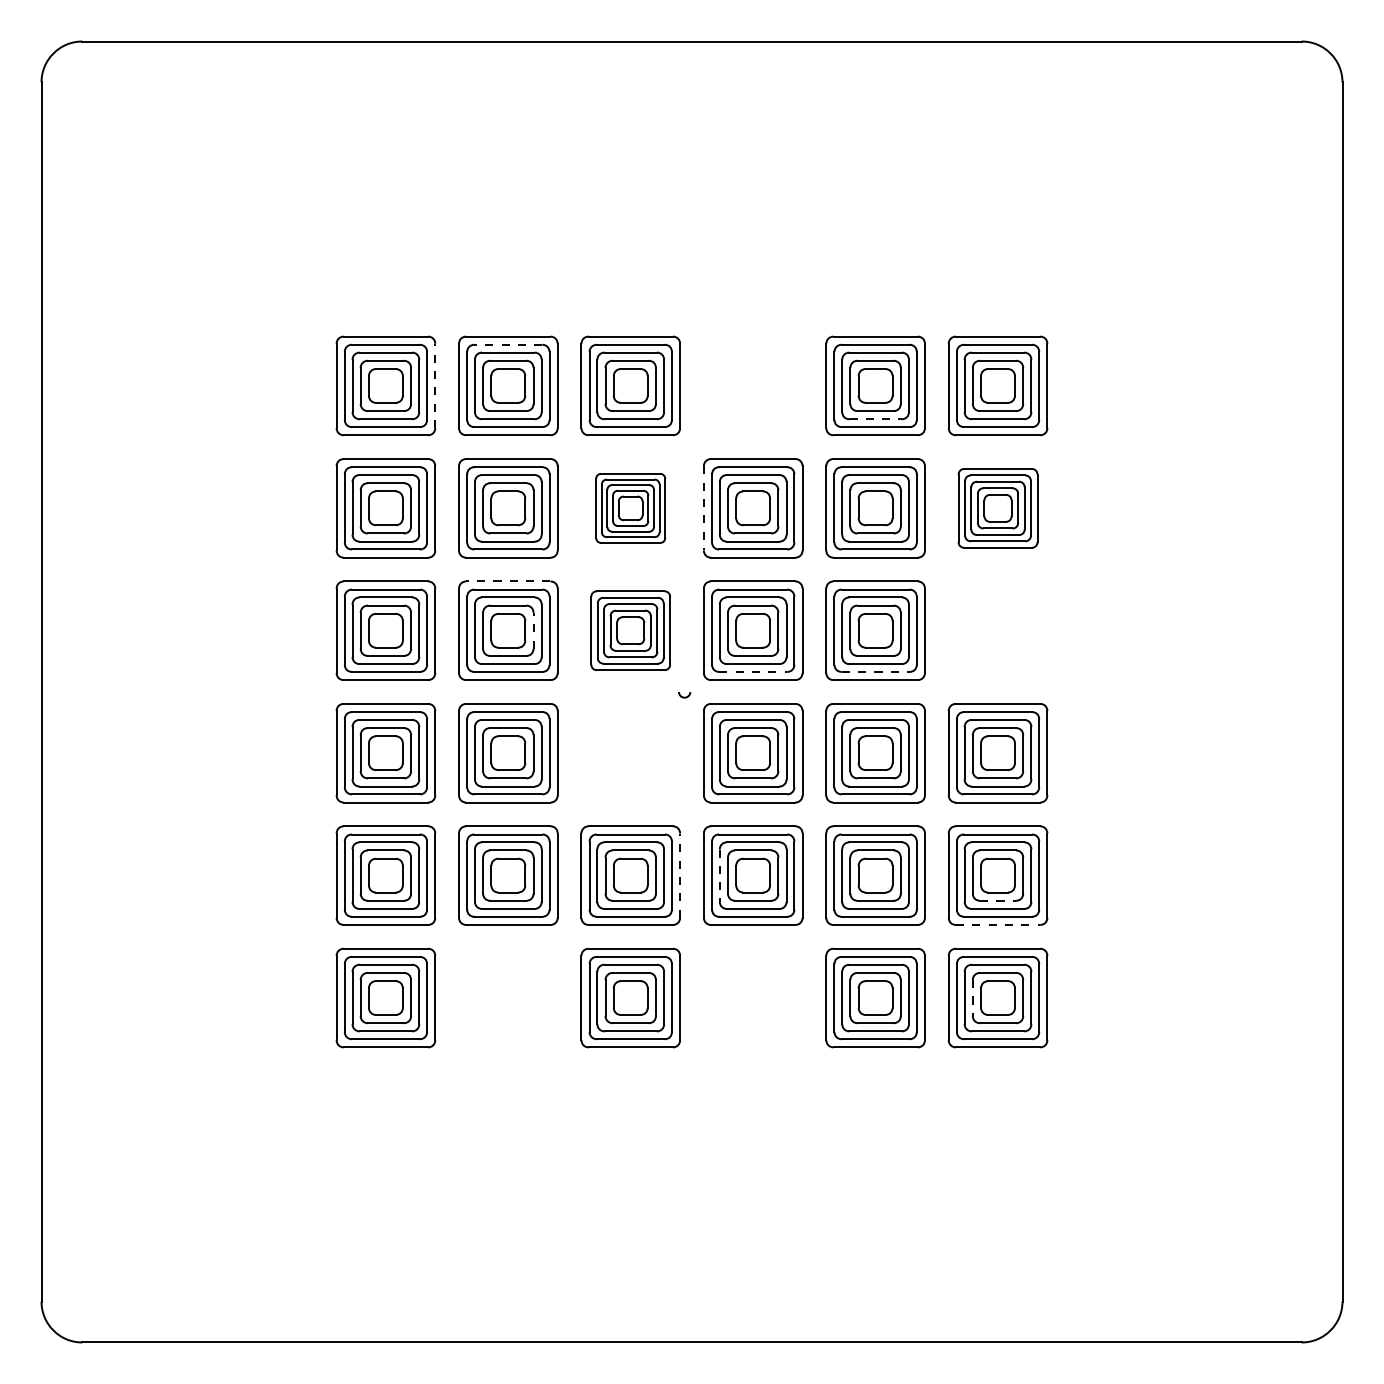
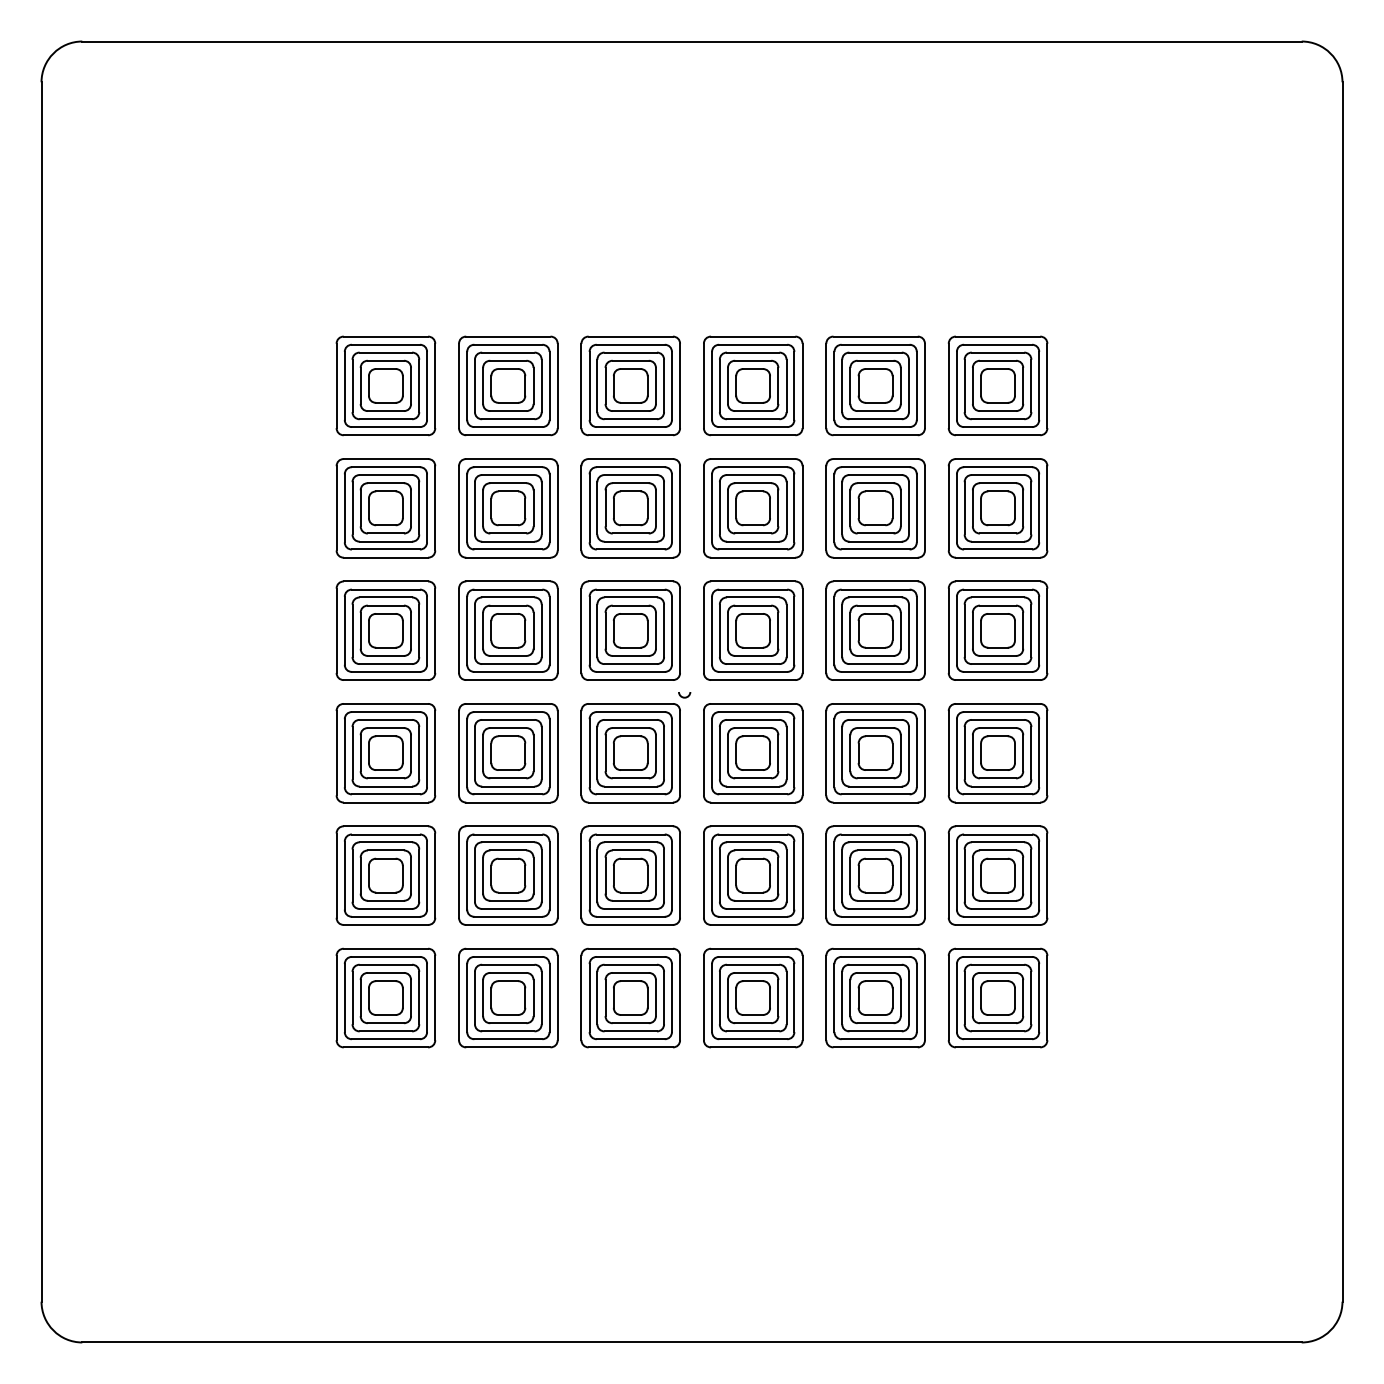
line at (508, 344): dashed -> solid
line at (435, 385): dashed -> solid
part at (753, 385): none -> present
line at (876, 419): dashed -> solid
part at (630, 508) size: 72x71 px -> 101x101 px
line at (703, 508): dashed -> solid
part at (997, 508) size: 82x81 px -> 102x101 px
line at (507, 581): dashed -> solid
line at (533, 630): dashed -> solid
part at (630, 630) size: 82x81 px -> 101x101 px
part at (997, 630): none -> present
line at (753, 671): dashed -> solid
line at (875, 671): dashed -> solid
part at (630, 753): none -> present
line at (680, 875): dashed -> solid
line at (719, 876): dashed -> solid
line at (998, 900): dashed -> solid
line at (998, 924): dashed -> solid
part at (508, 997): none -> present
part at (753, 997): none -> present
line at (972, 998): dashed -> solid
